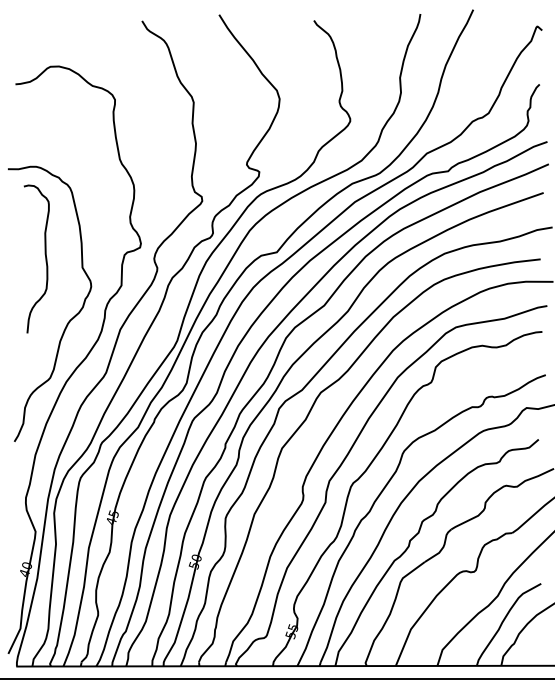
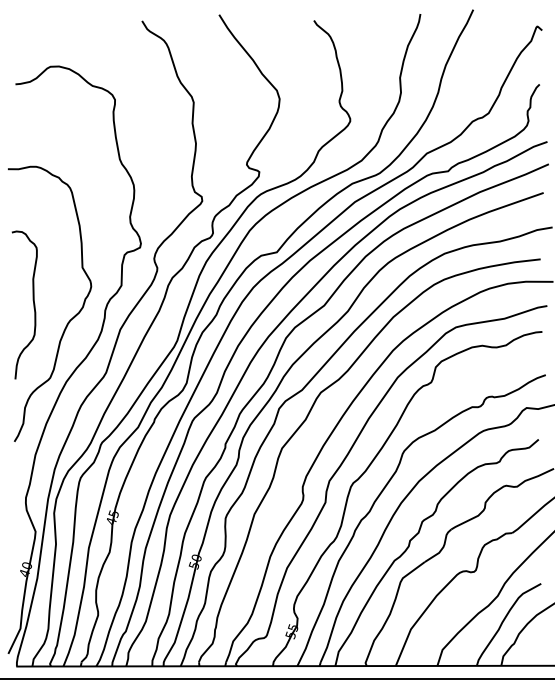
curve at (44, 254) position: (44, 254) -> (32, 300)
